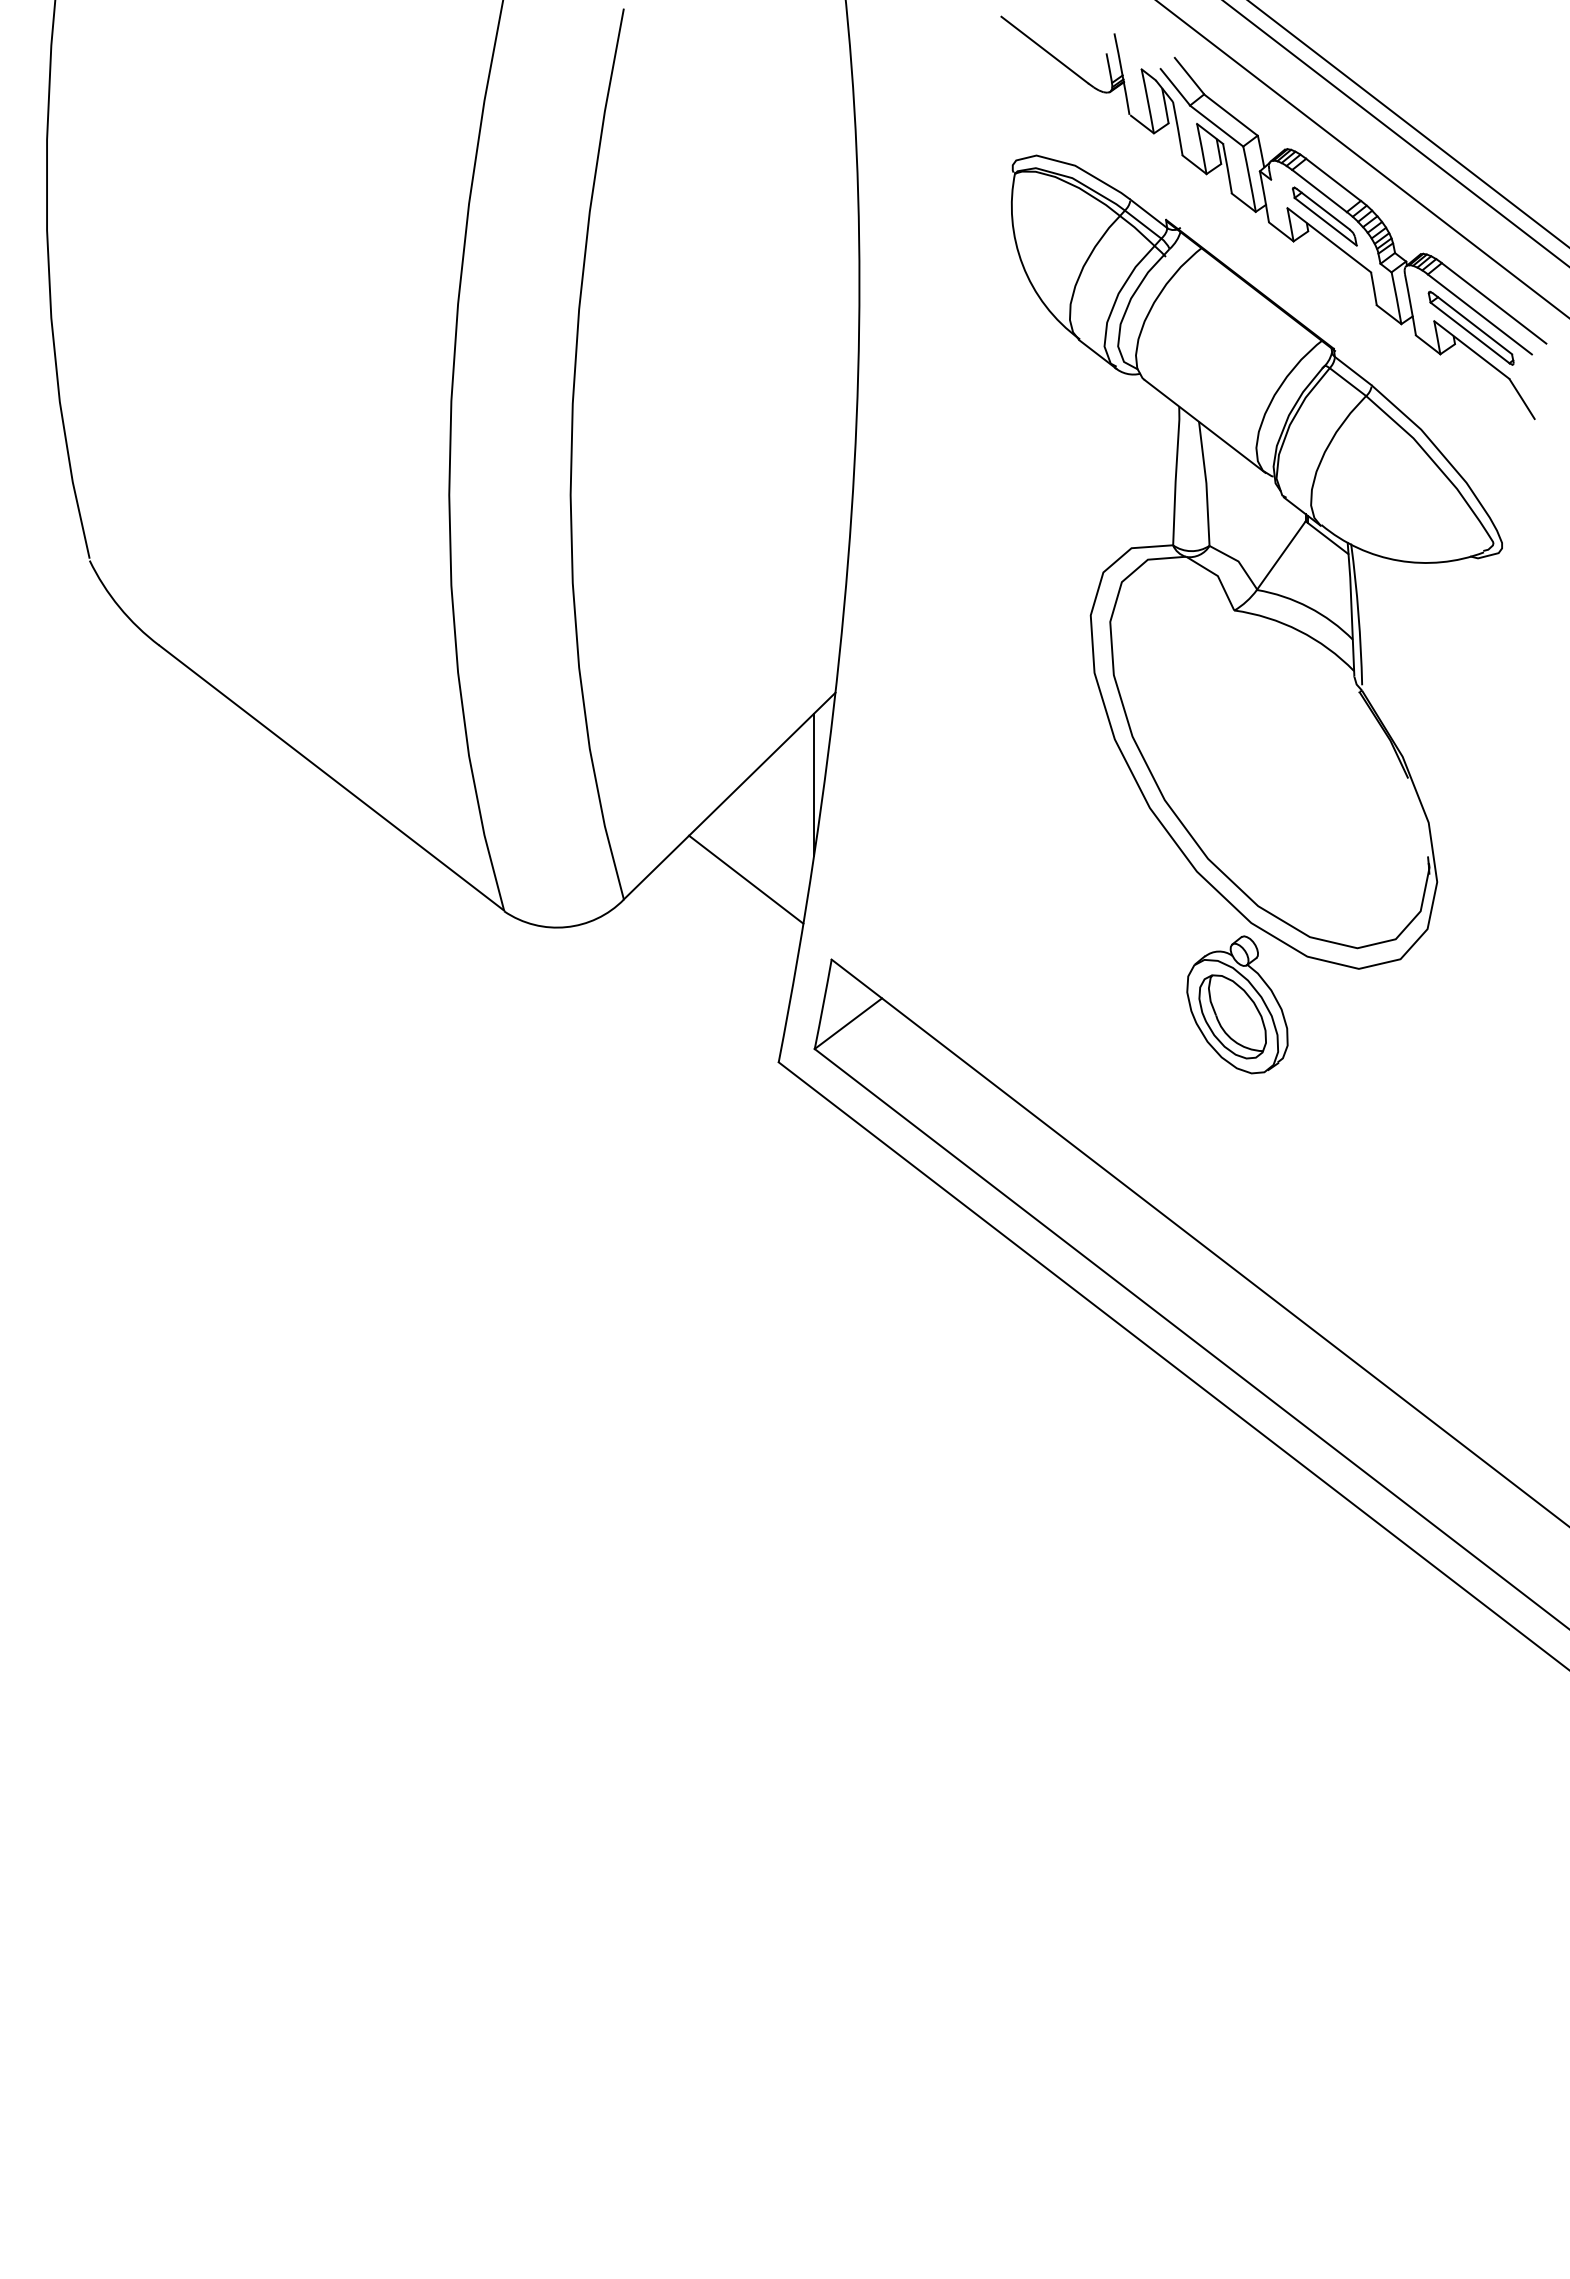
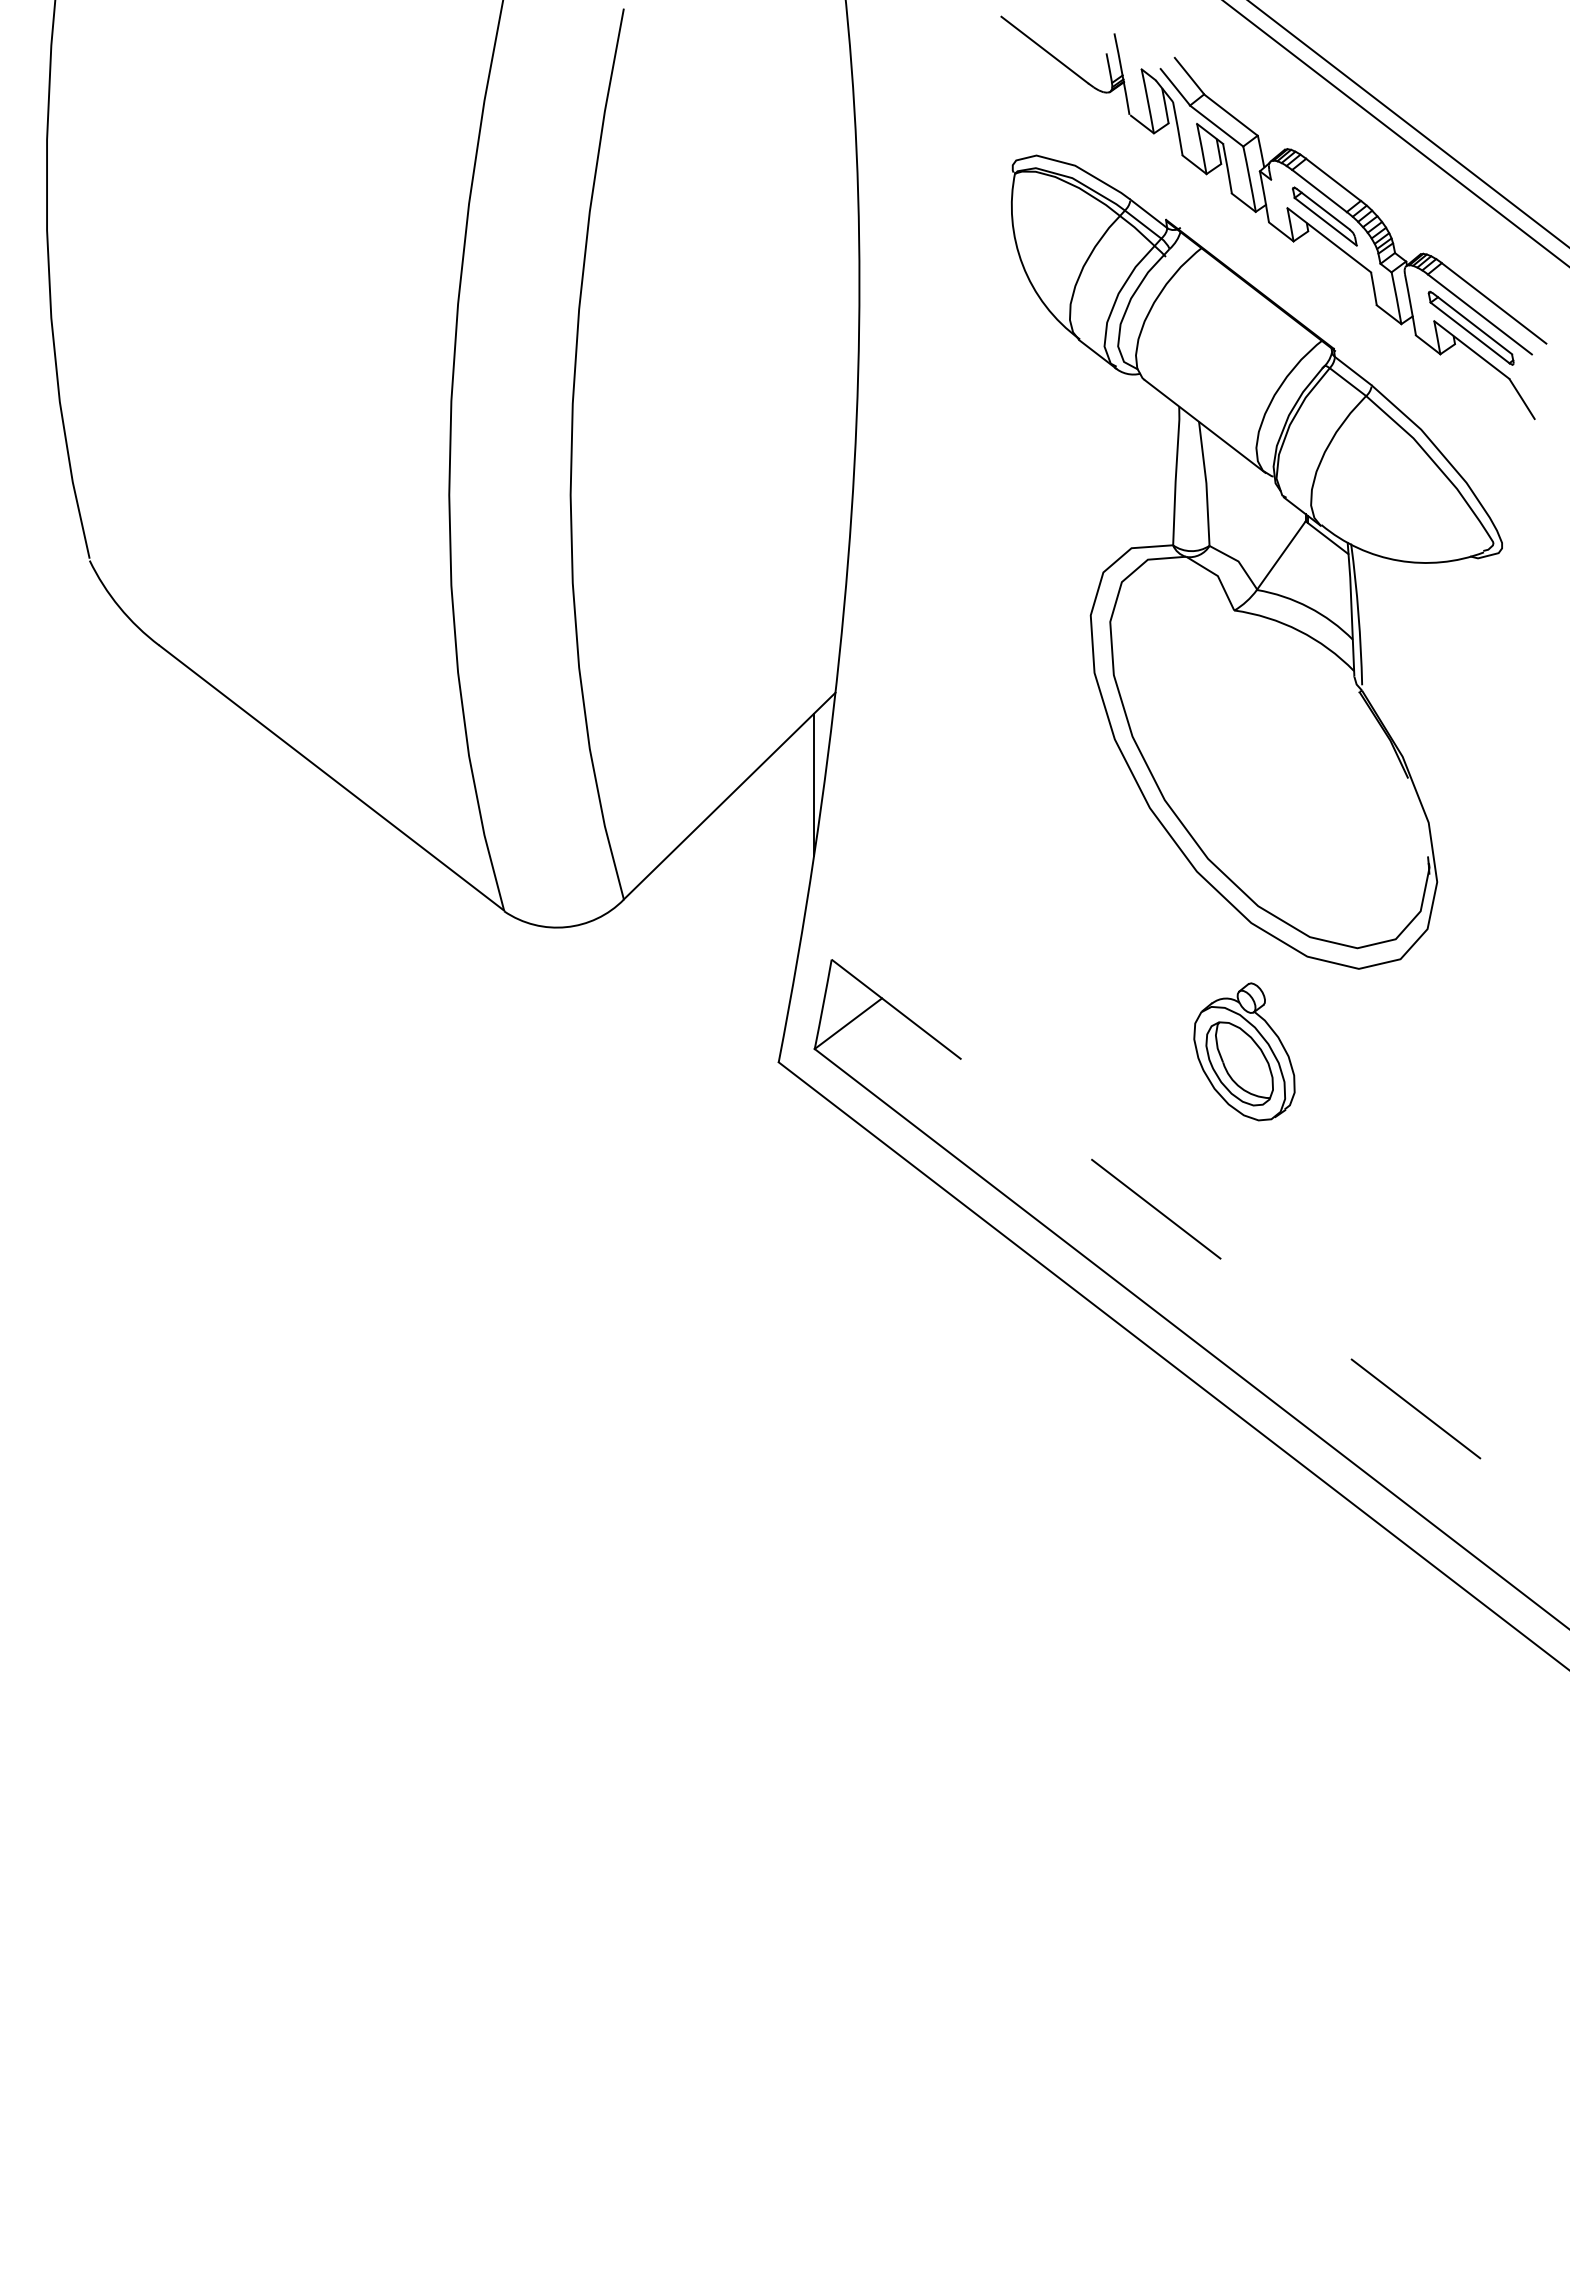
line at (1362, 159): present -> none
line at (746, 879): present -> none
part at (1237, 1004) position: (1237, 1004) -> (1244, 1051)
line at (1200, 1243): solid -> dashed
